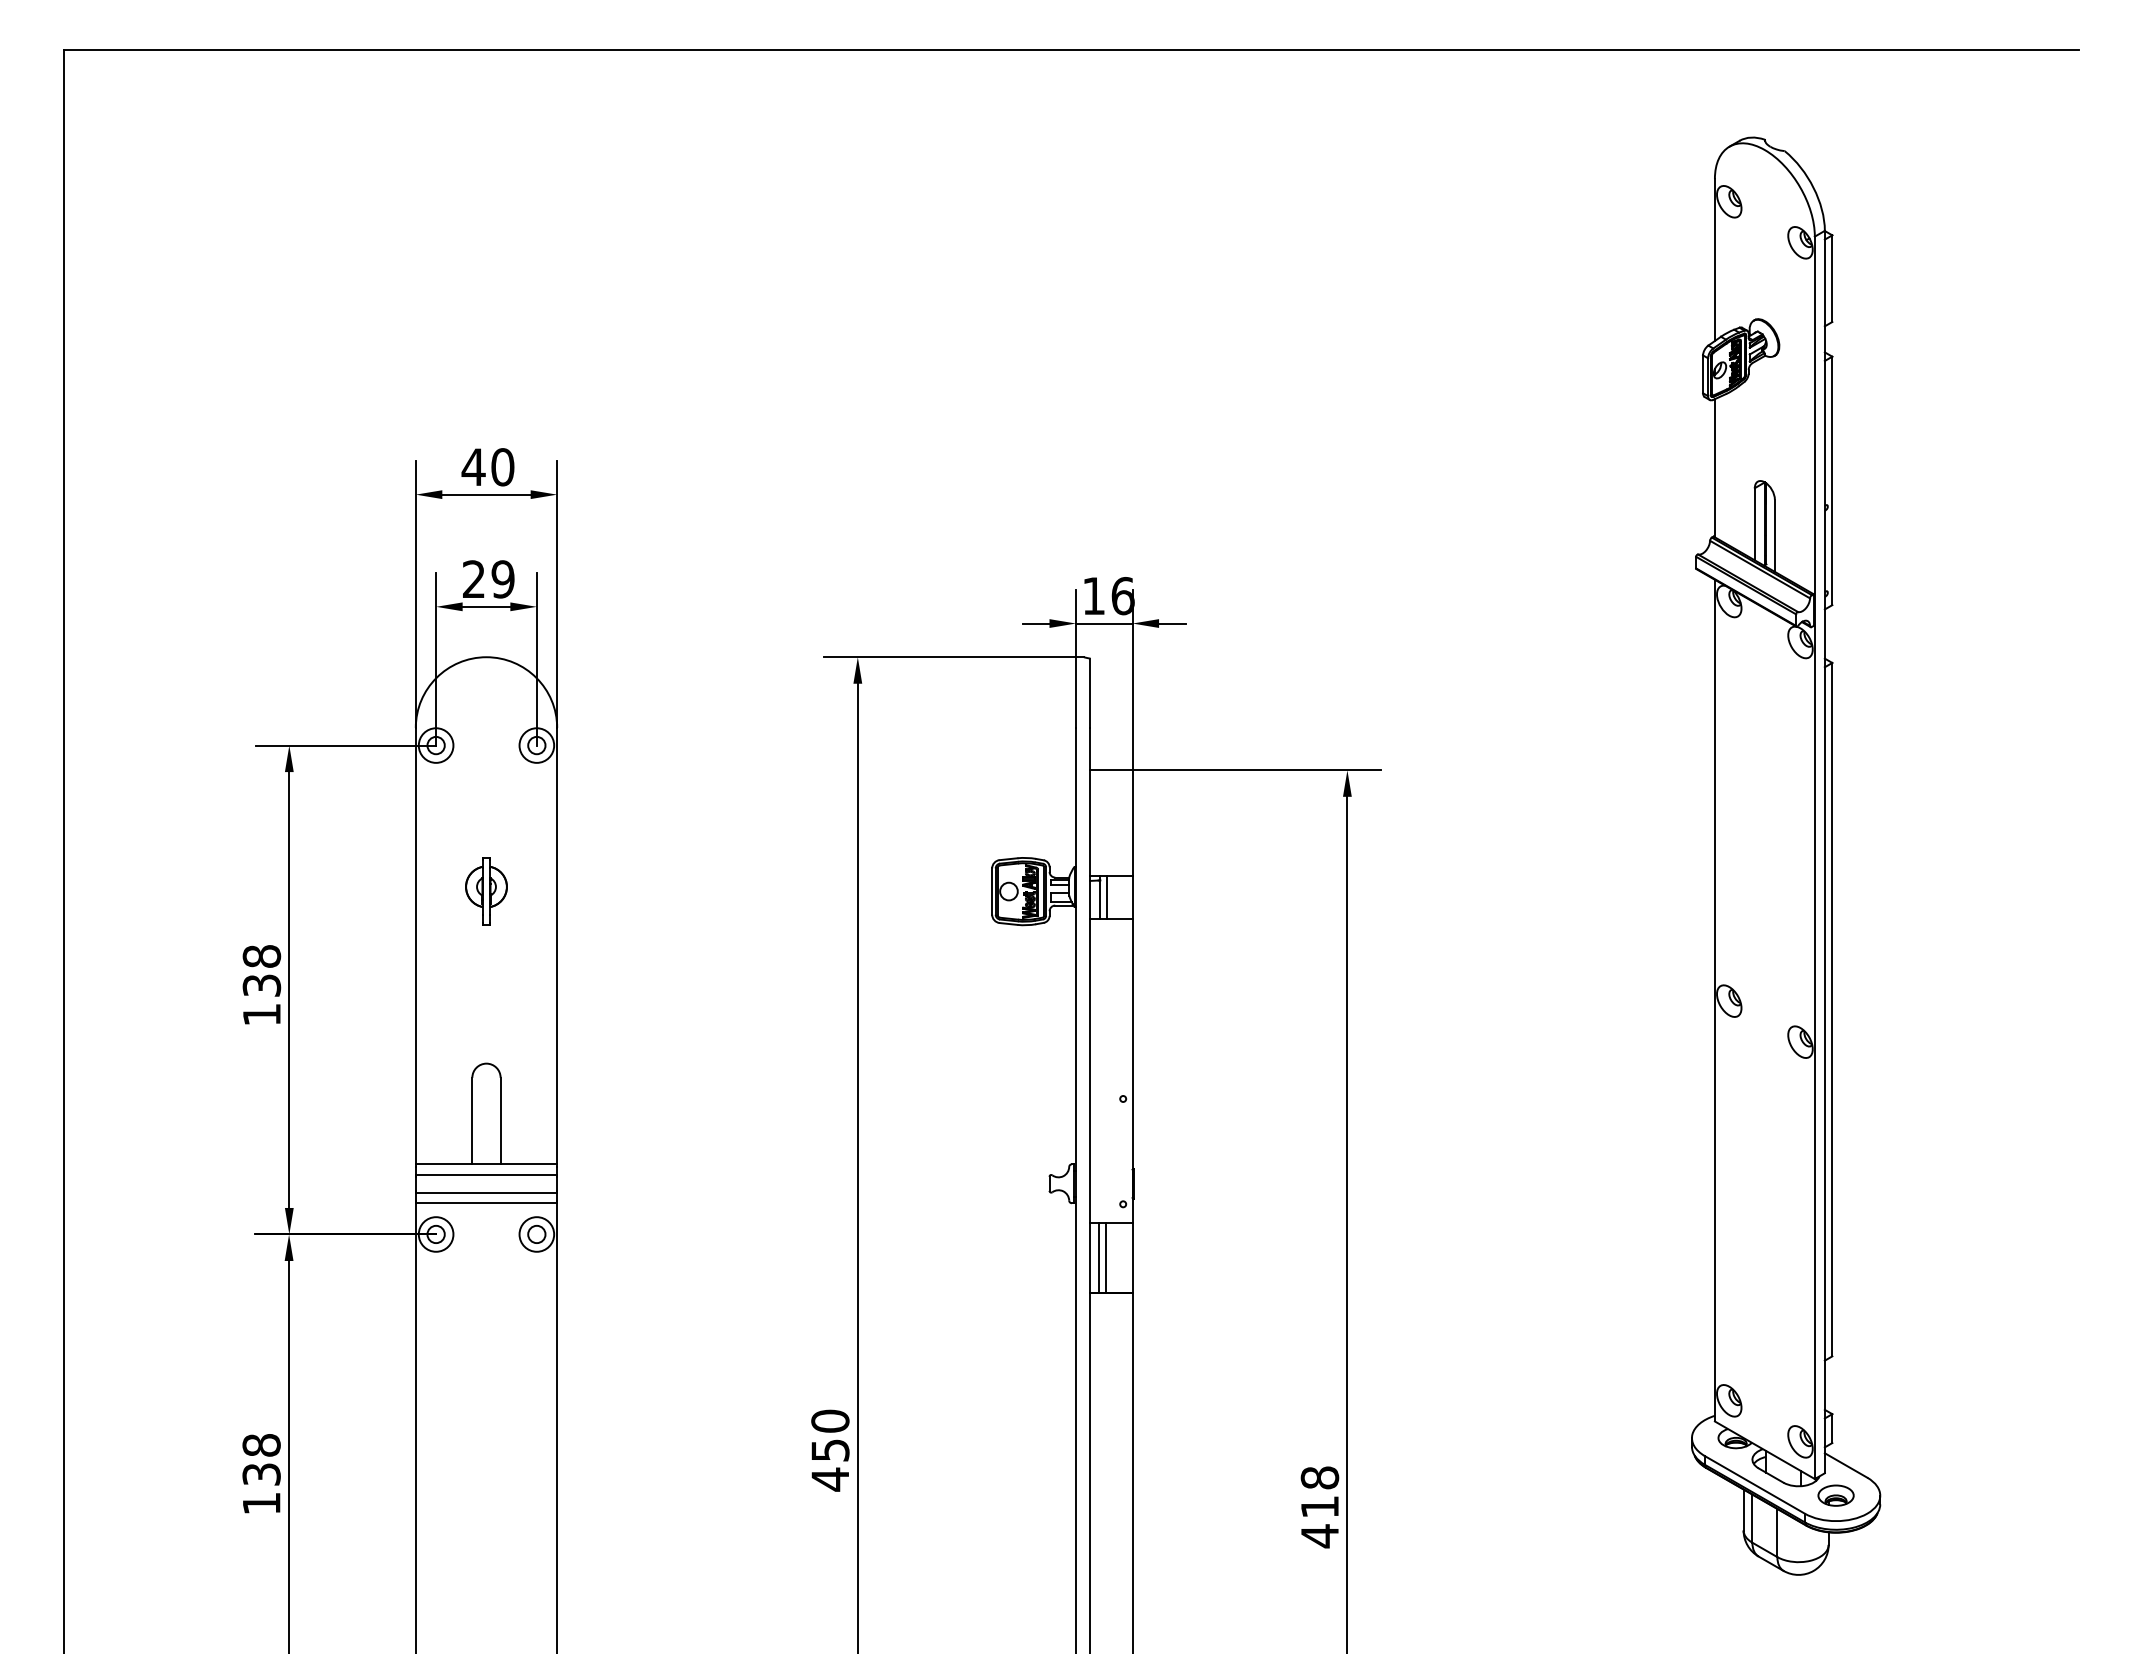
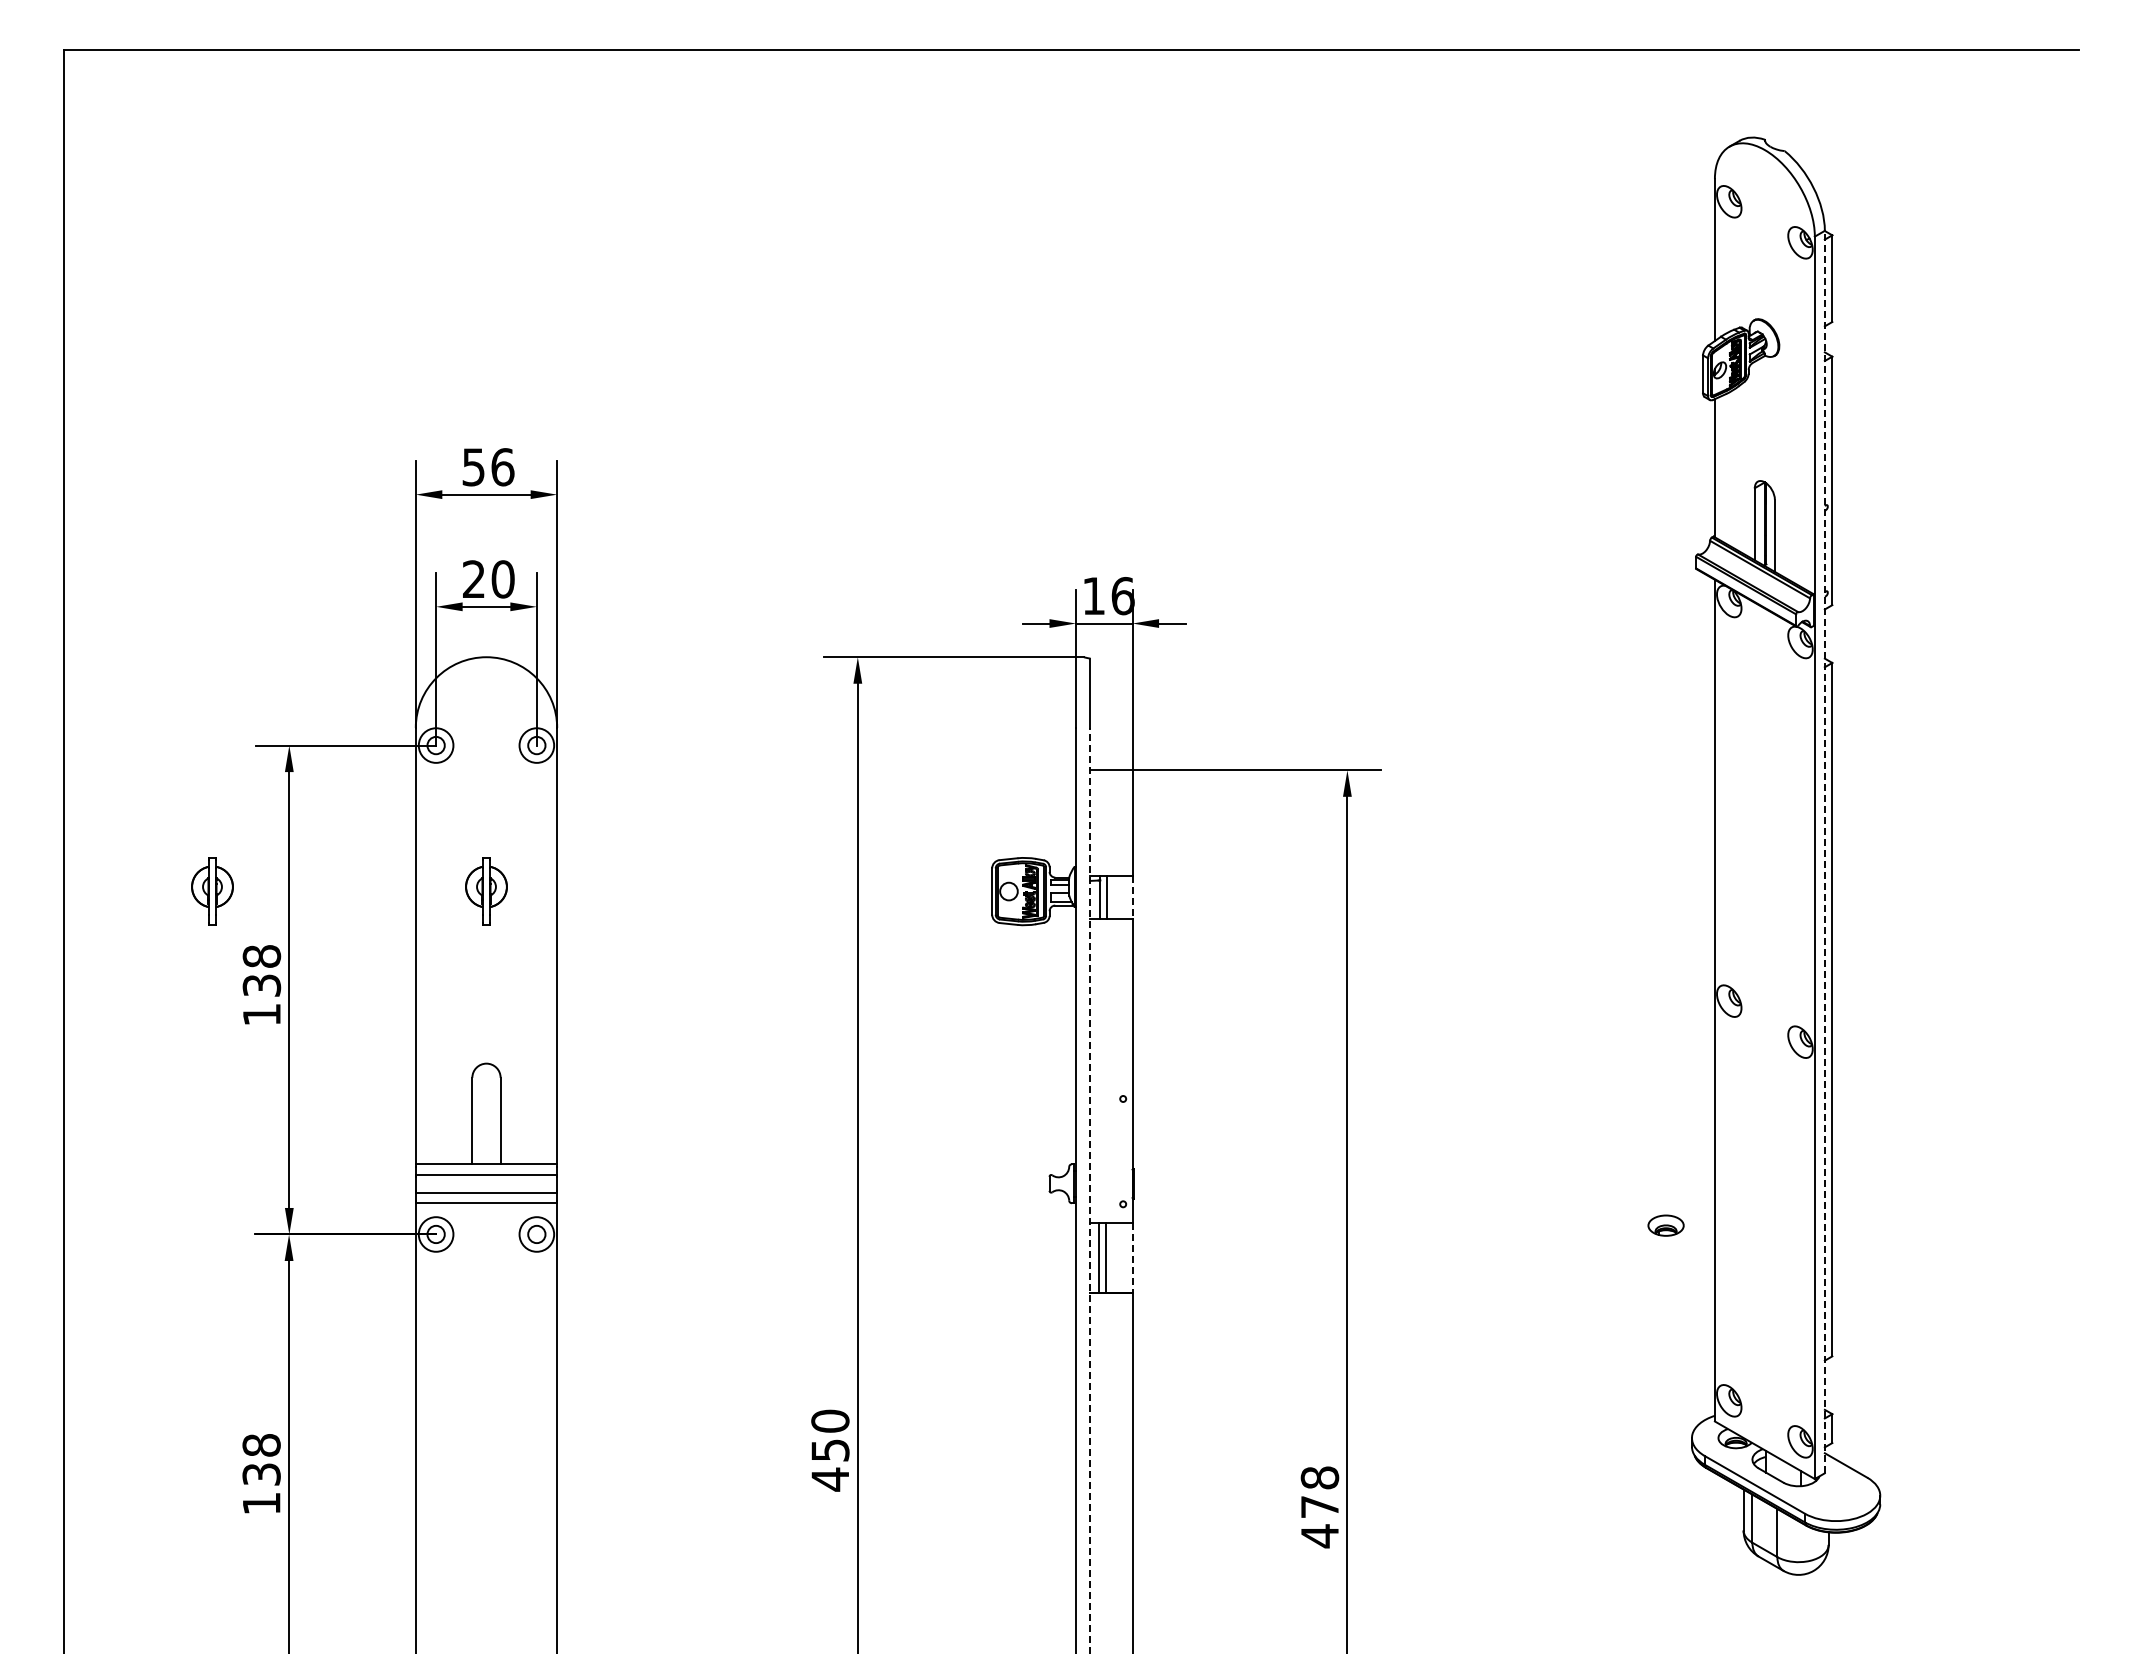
text at (487, 467): 40 -> 56
text at (502, 579): 29 -> 20
line at (1824, 851): solid -> dashed
part at (212, 891): none -> present
line at (1132, 898): solid -> dashed
line at (1090, 1190): solid -> dashed
line at (1132, 1257): solid -> dashed
part at (1835, 1495) position: (1835, 1495) -> (1665, 1225)
text at (1319, 1506): 418 -> 478
